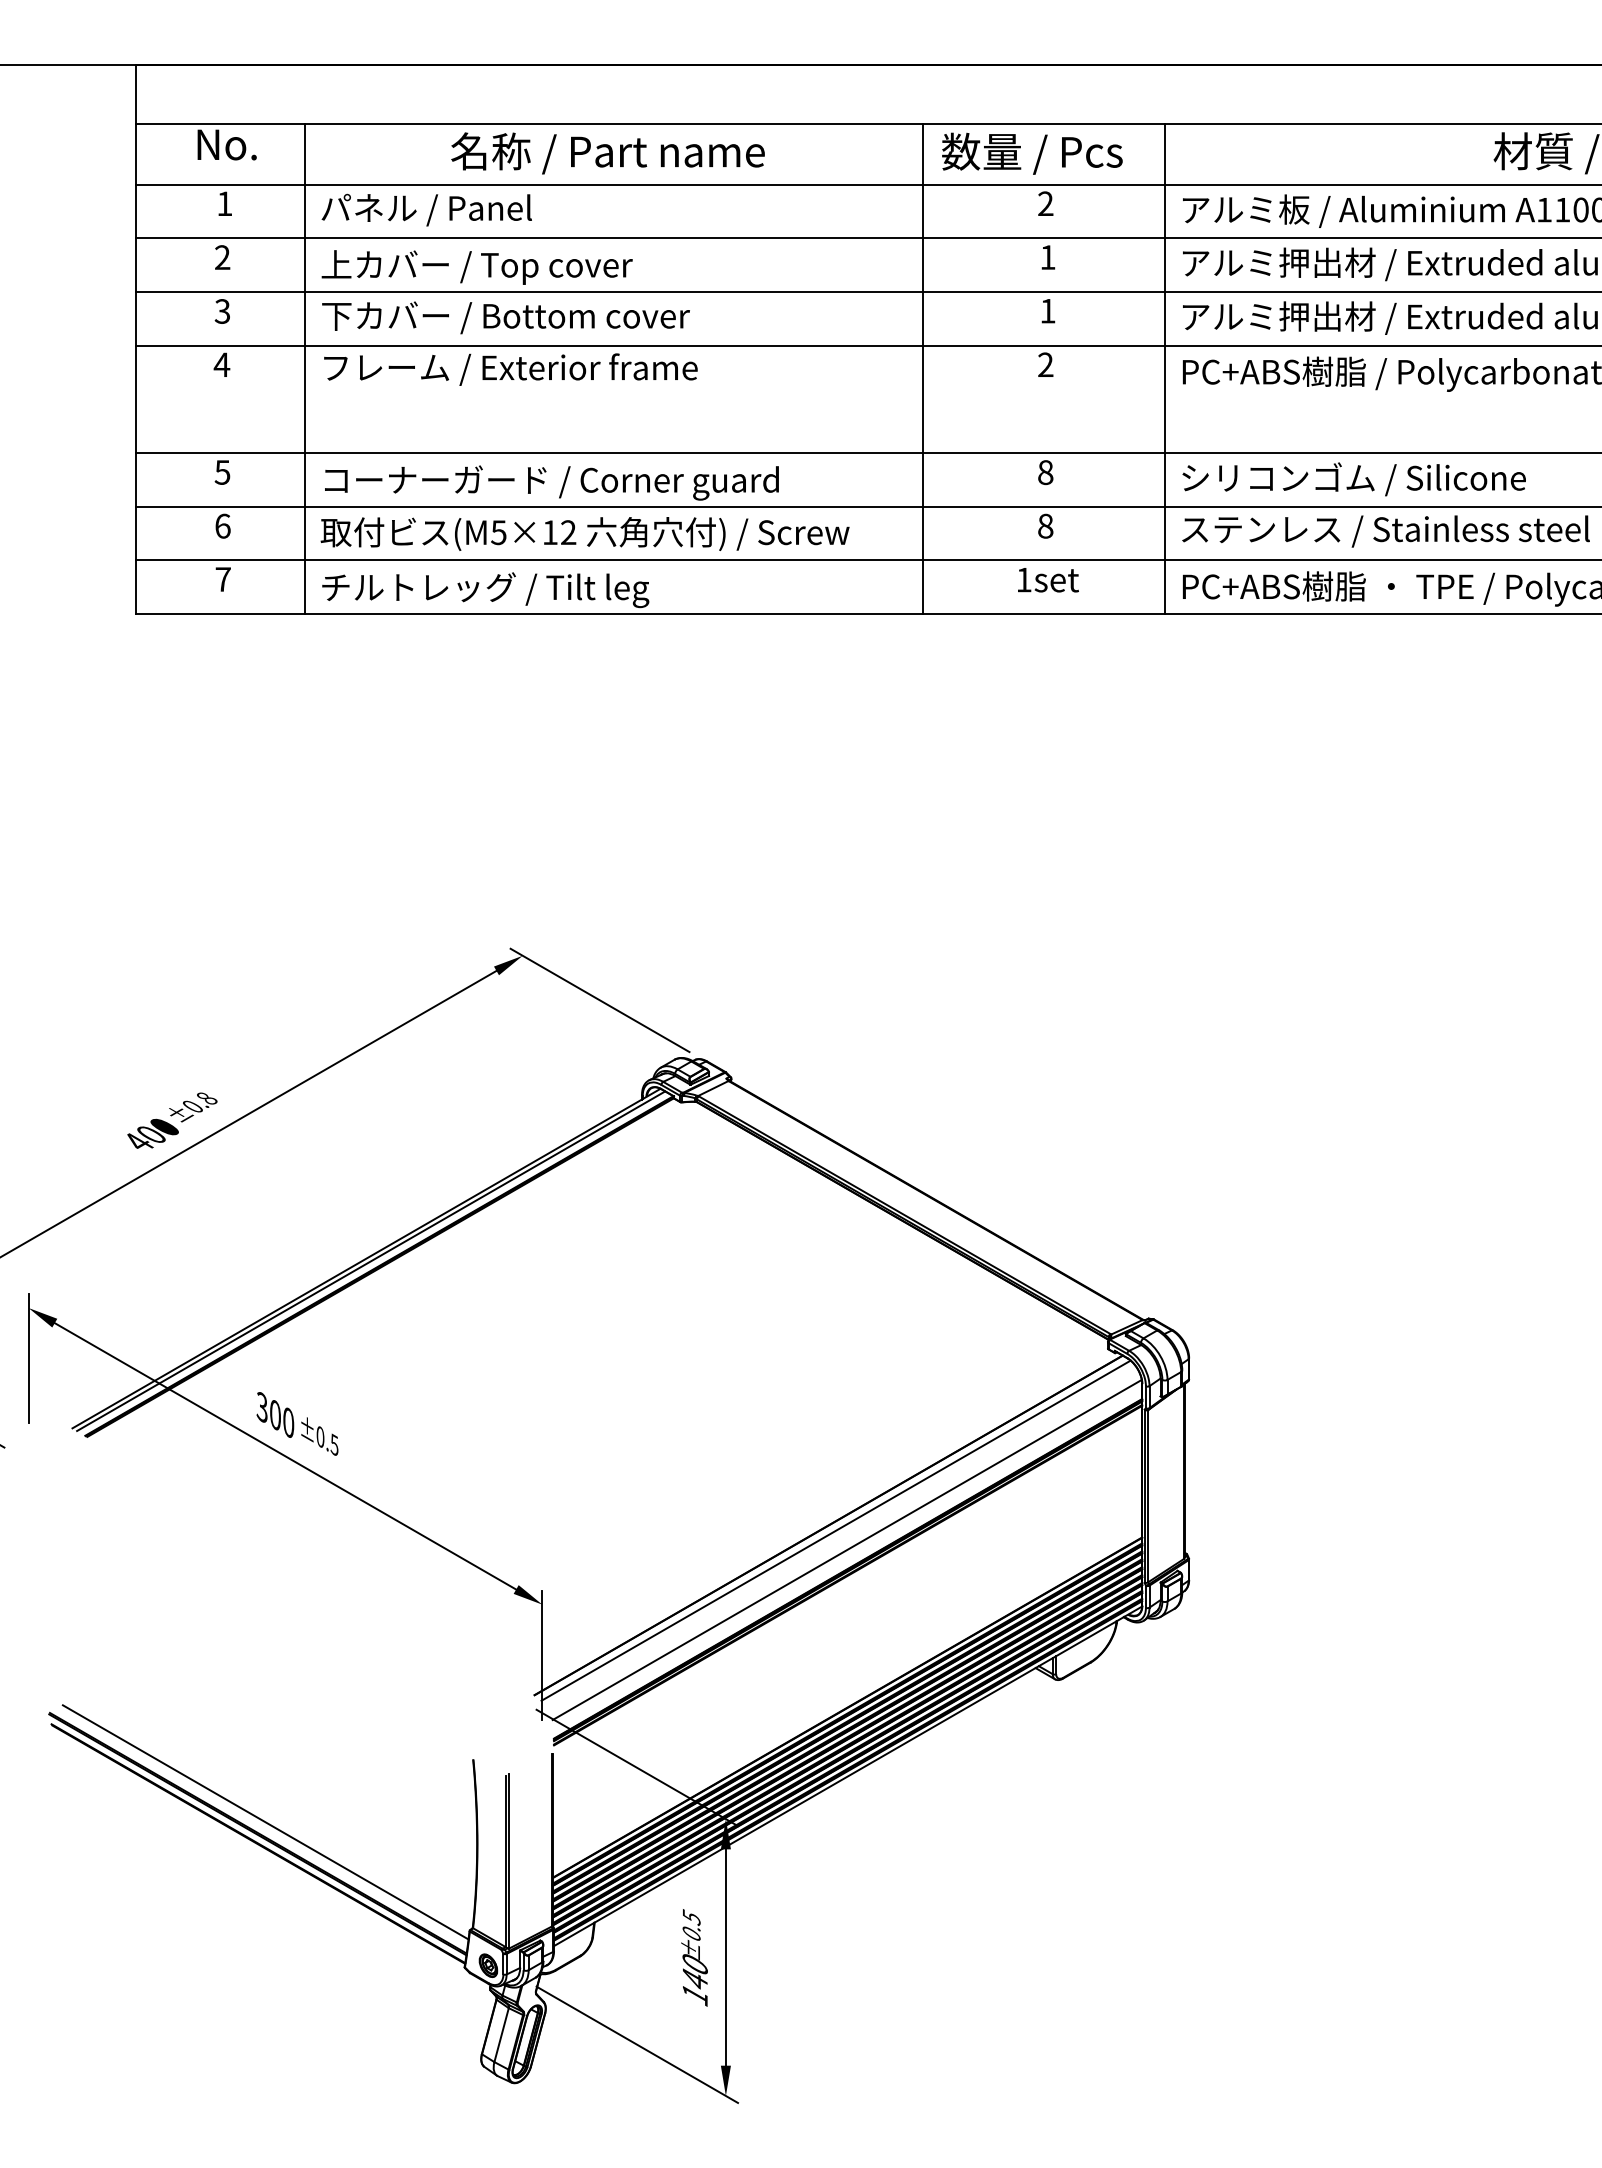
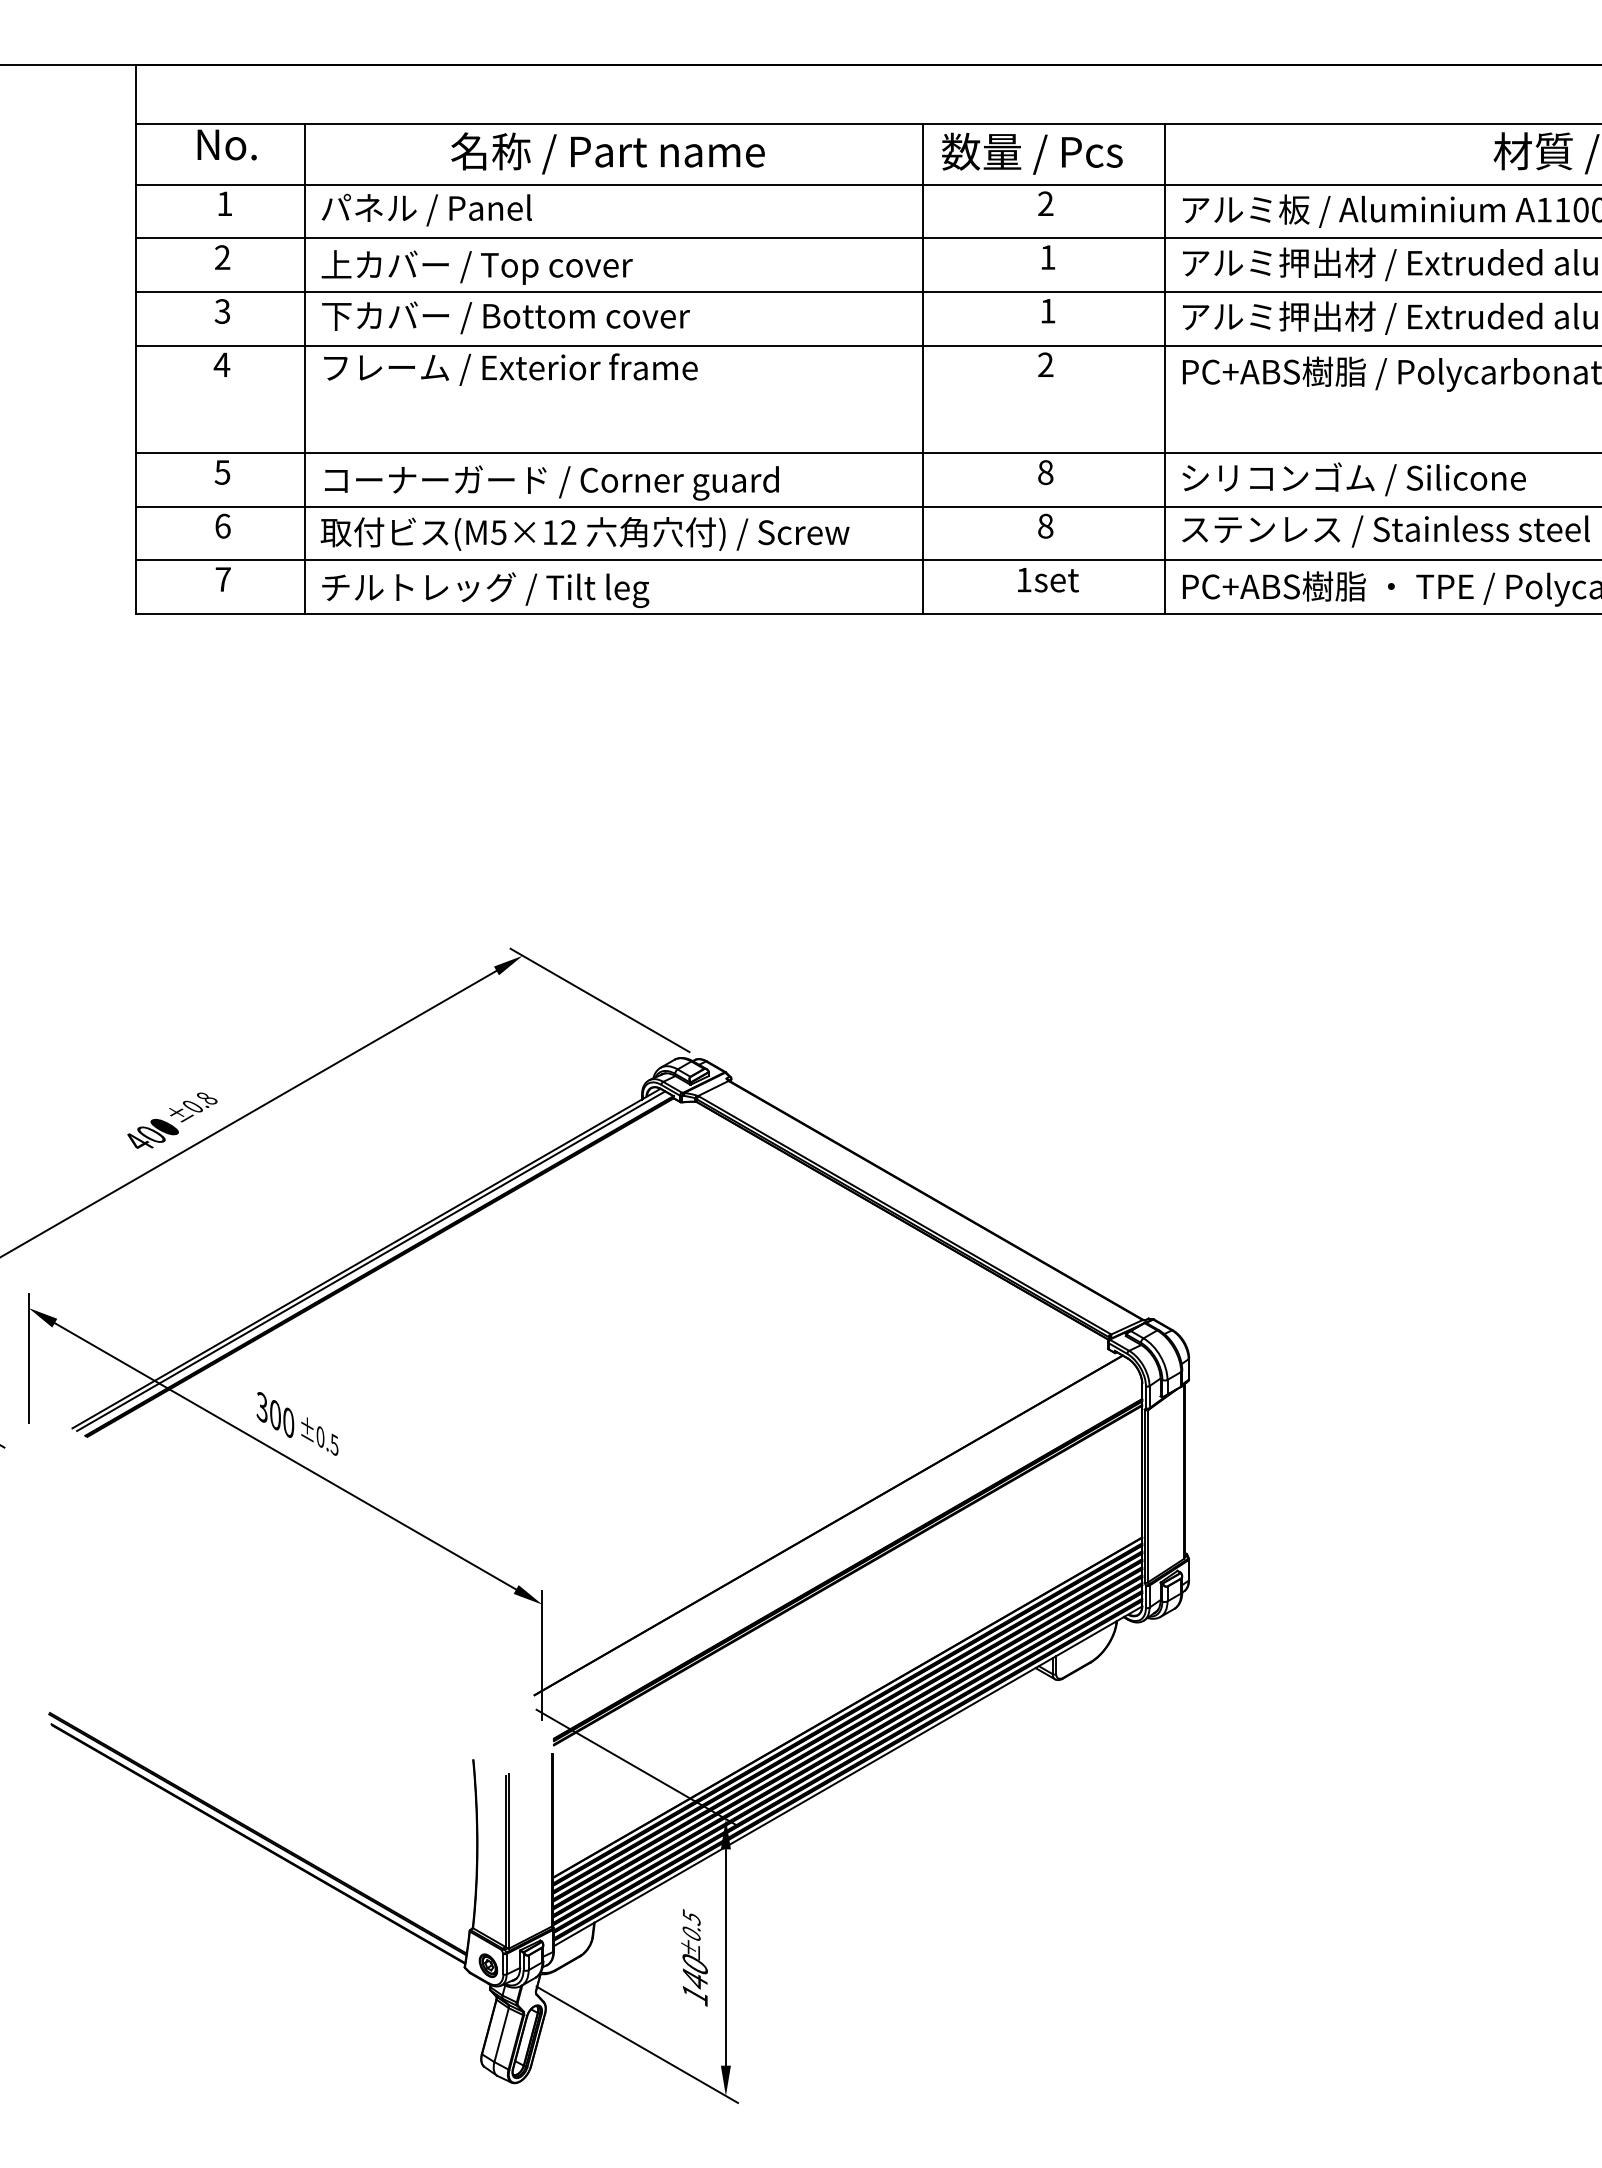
line at (835, 1530): present -> none
line at (846, 1549): present -> none
line at (265, 1822): present -> none
